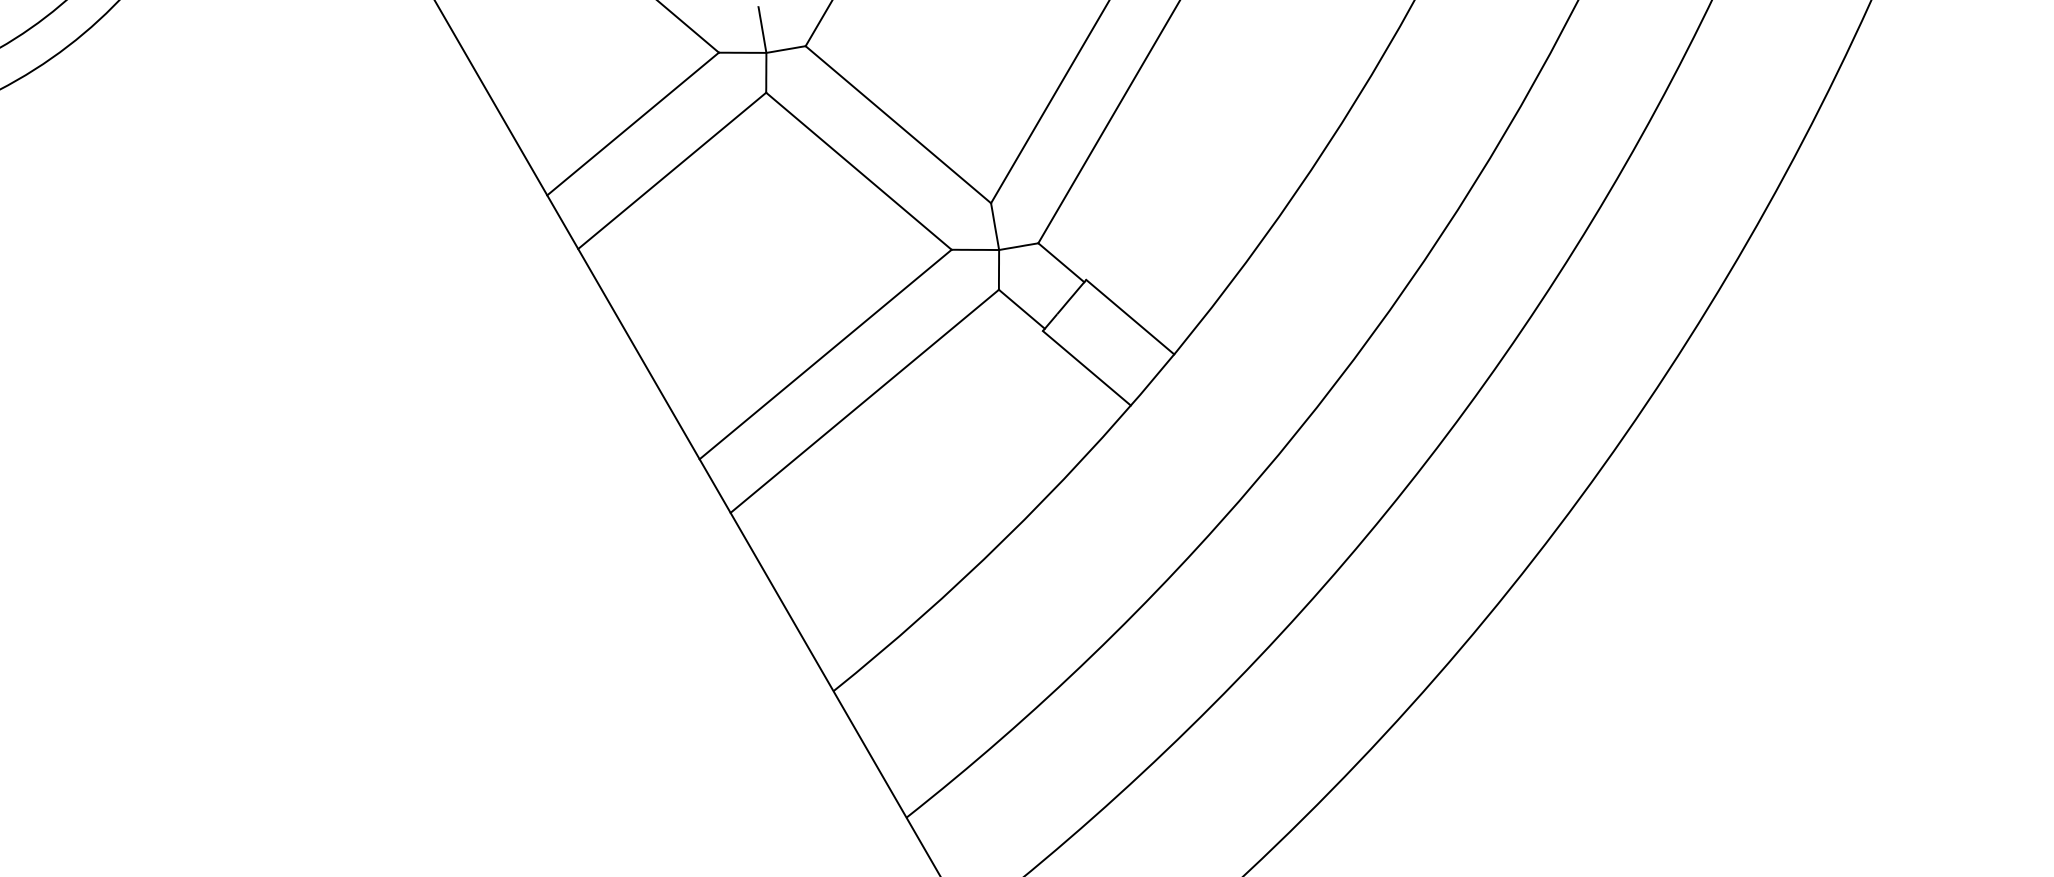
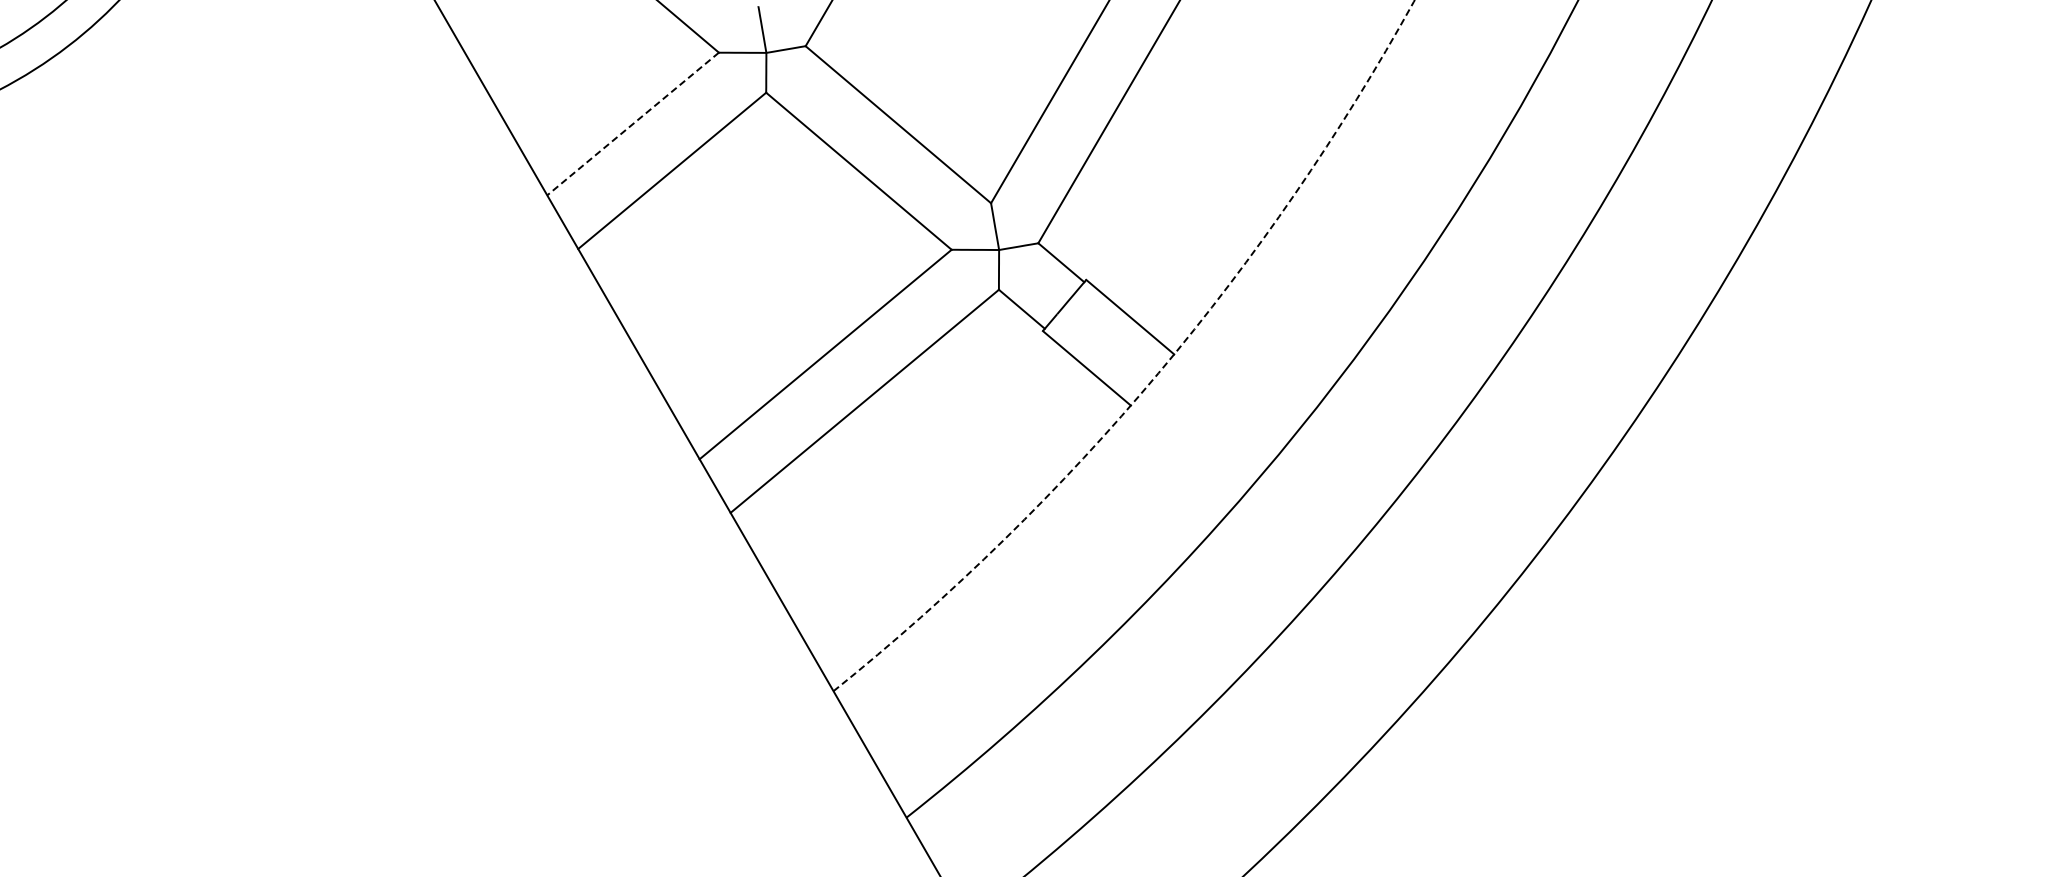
line at (633, 124): solid -> dashed
arc at (1159, 372): solid -> dashed
